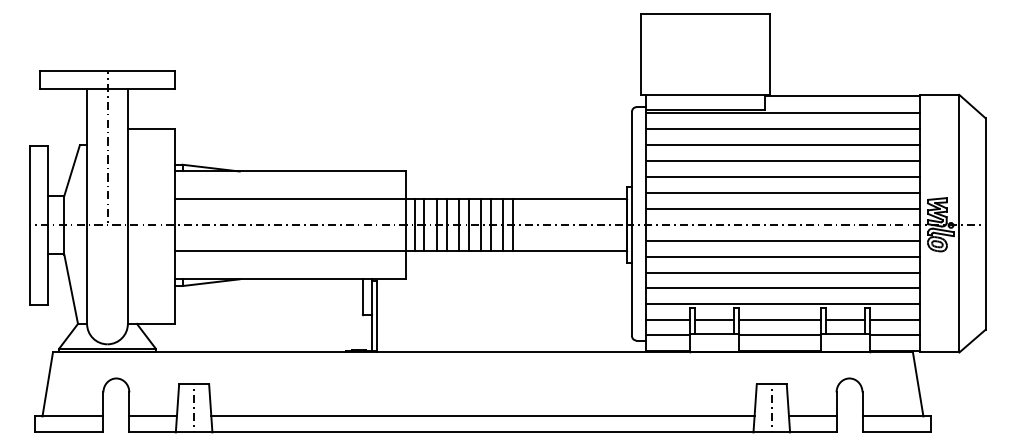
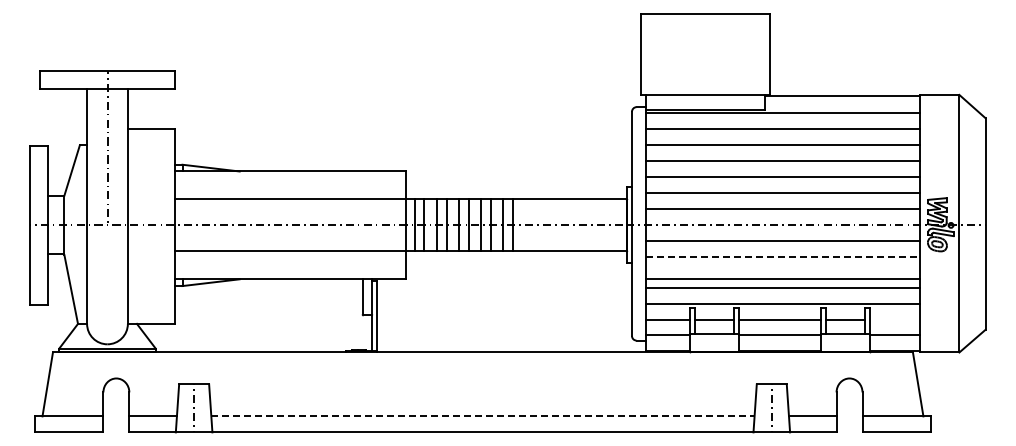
line at (783, 256): solid -> dashed
line at (782, 272) position: (782, 272) -> (782, 278)
line at (895, 319): present -> none
line at (482, 416): solid -> dashed
